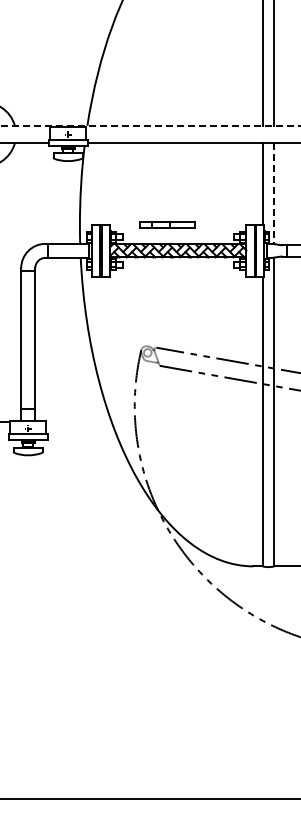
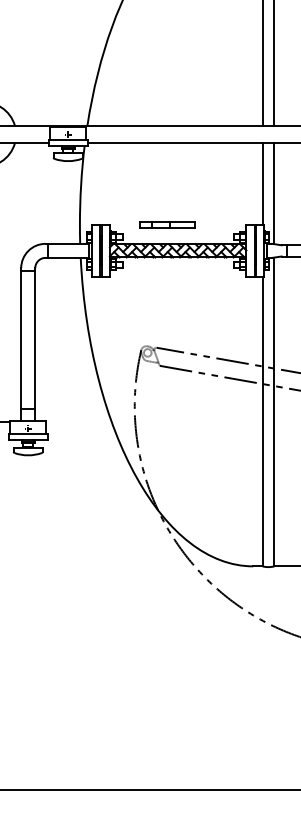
line at (150, 125): dashed -> solid
line at (274, 194): dashed -> solid
line at (149, 798) position: (149, 798) -> (149, 789)
